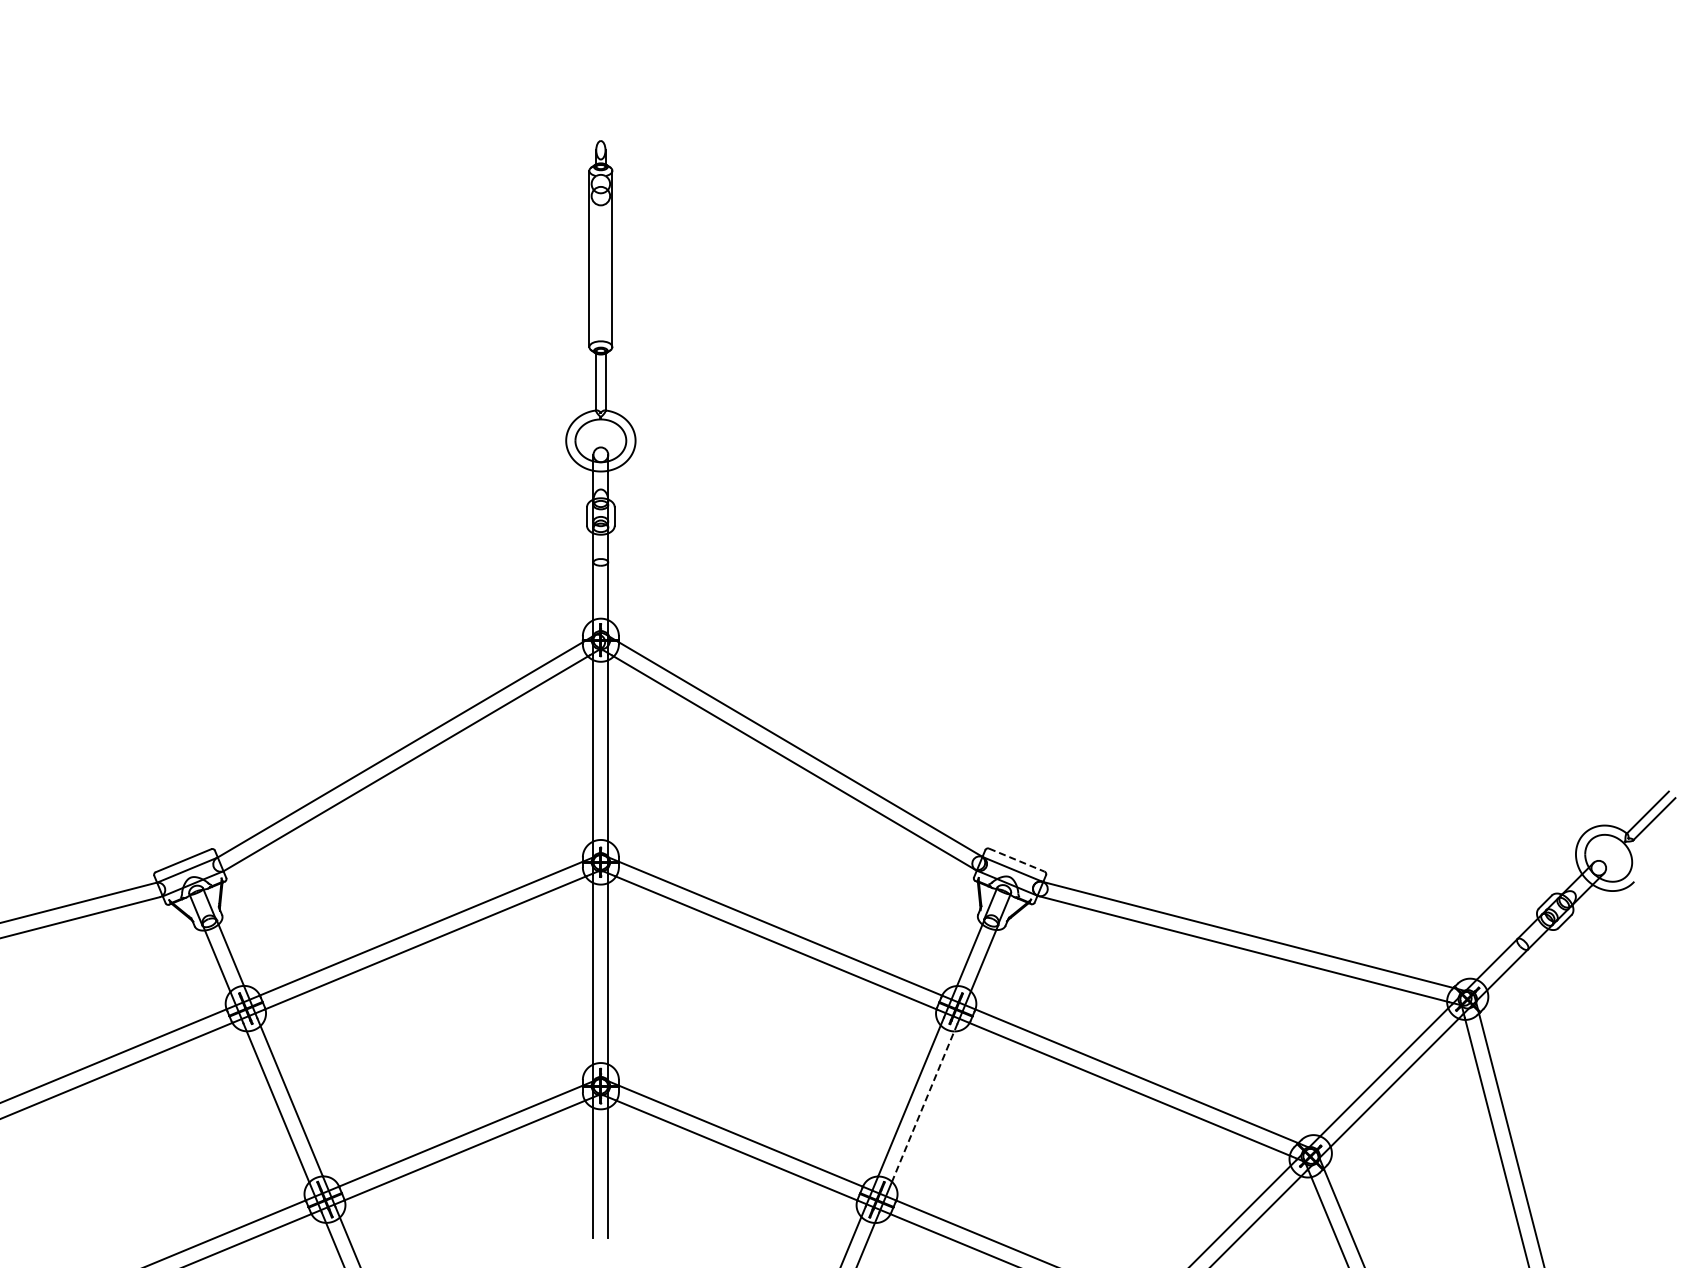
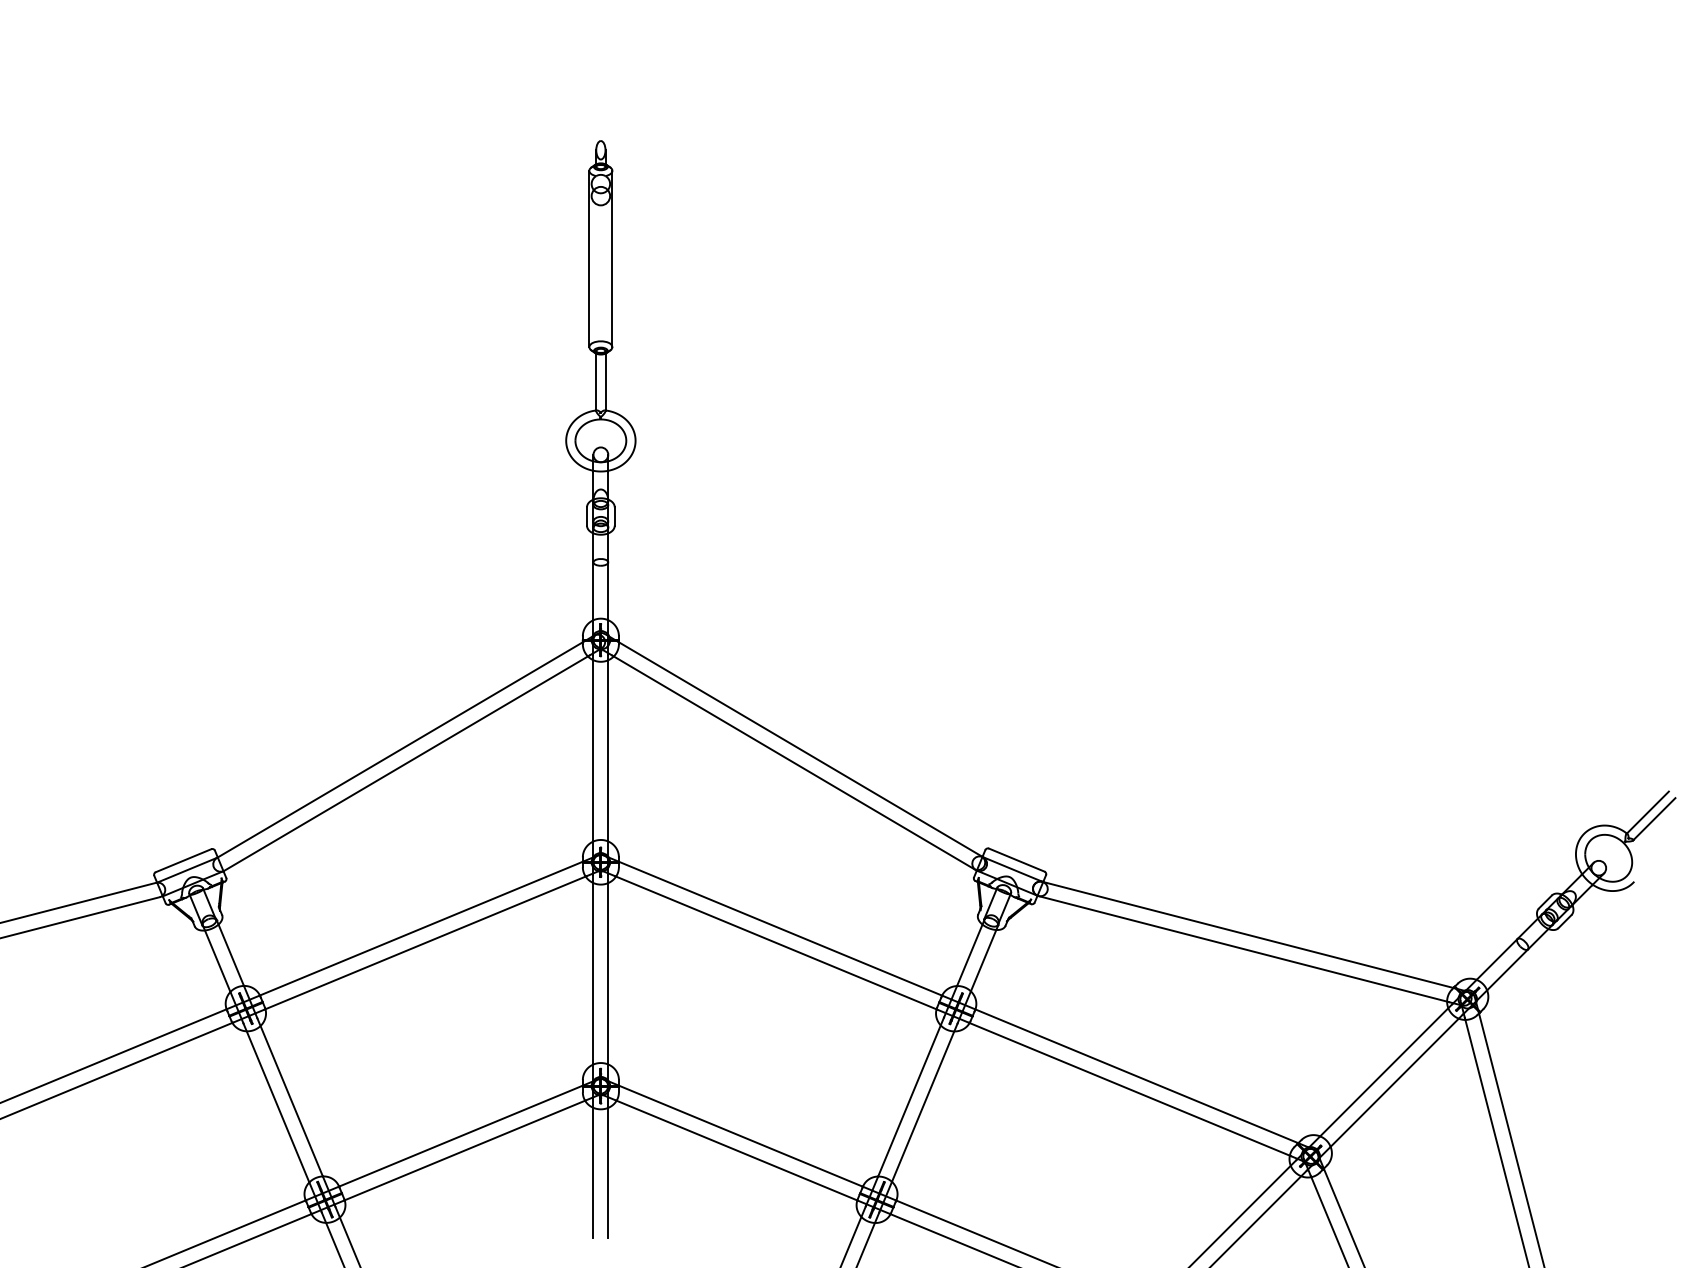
line at (1017, 860): dashed -> solid
line at (924, 1102): dashed -> solid
